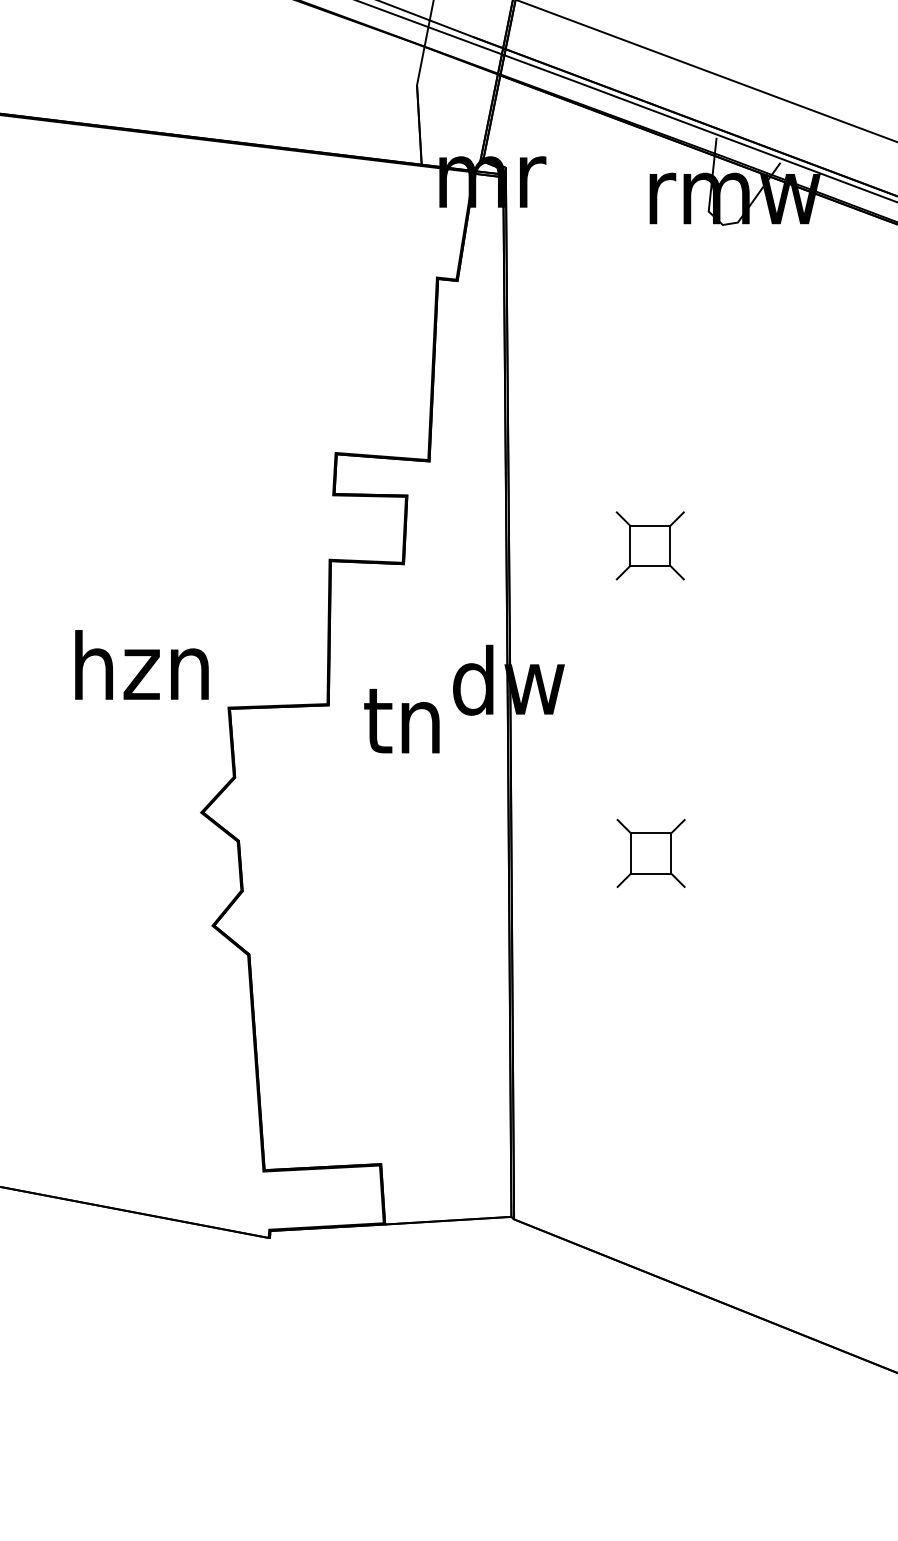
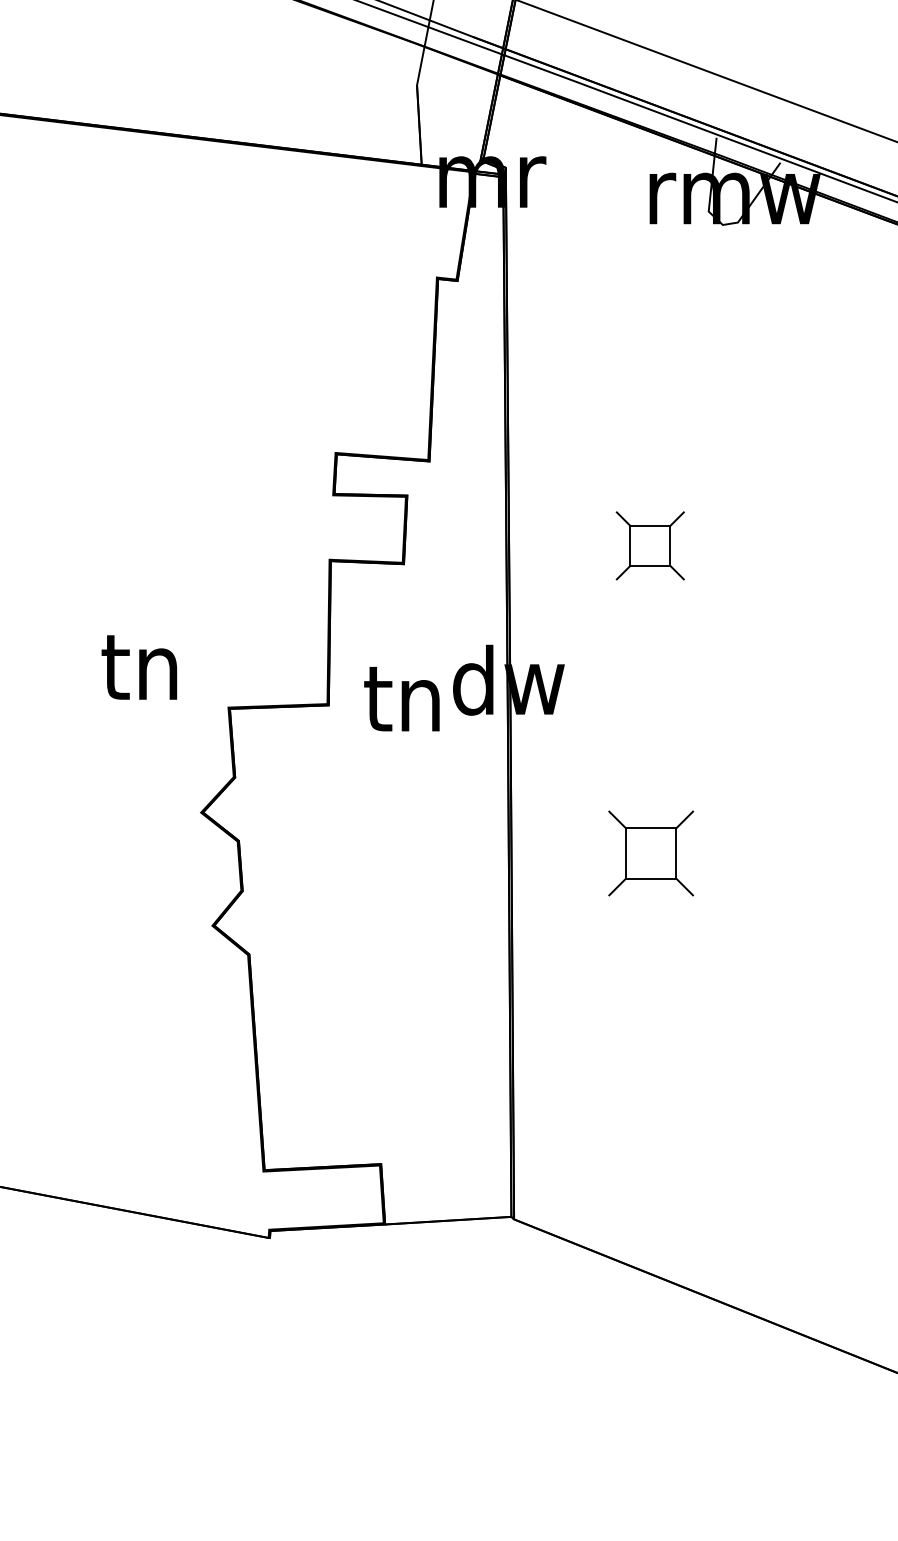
text at (141, 664): hzn -> tn
text at (401, 721) position: (401, 721) -> (401, 699)
part at (650, 853) size: 70x69 px -> 87x87 px
